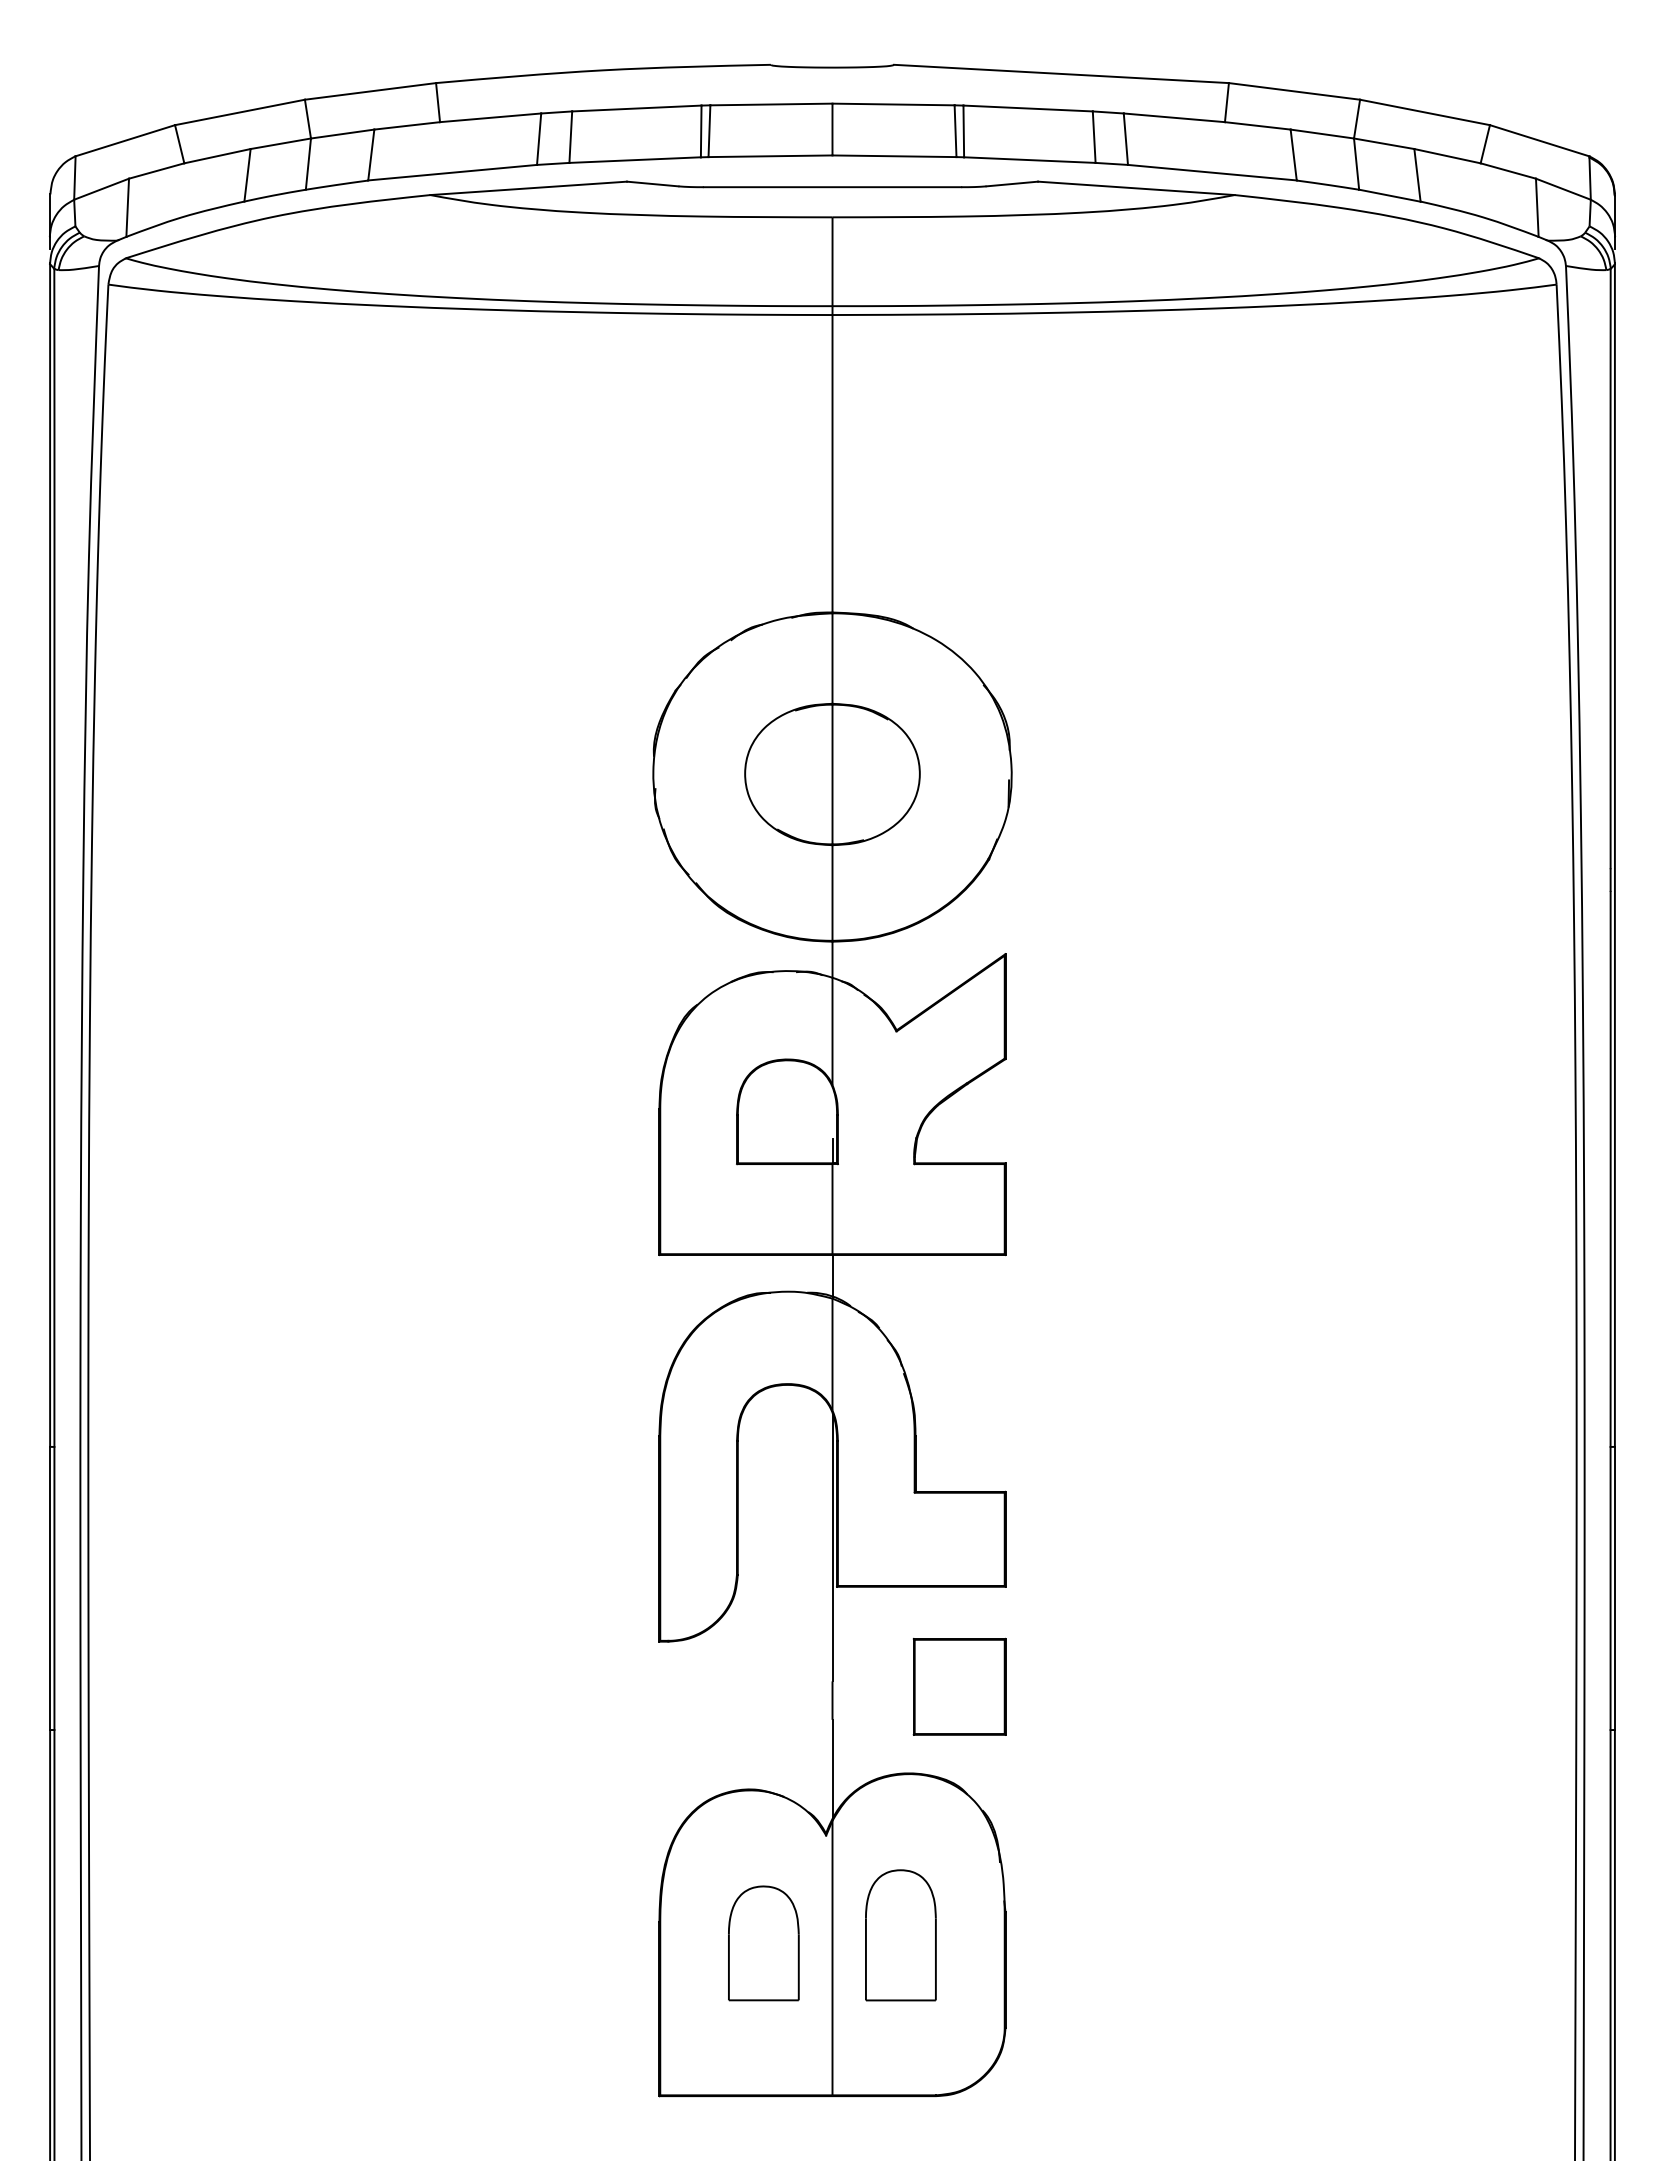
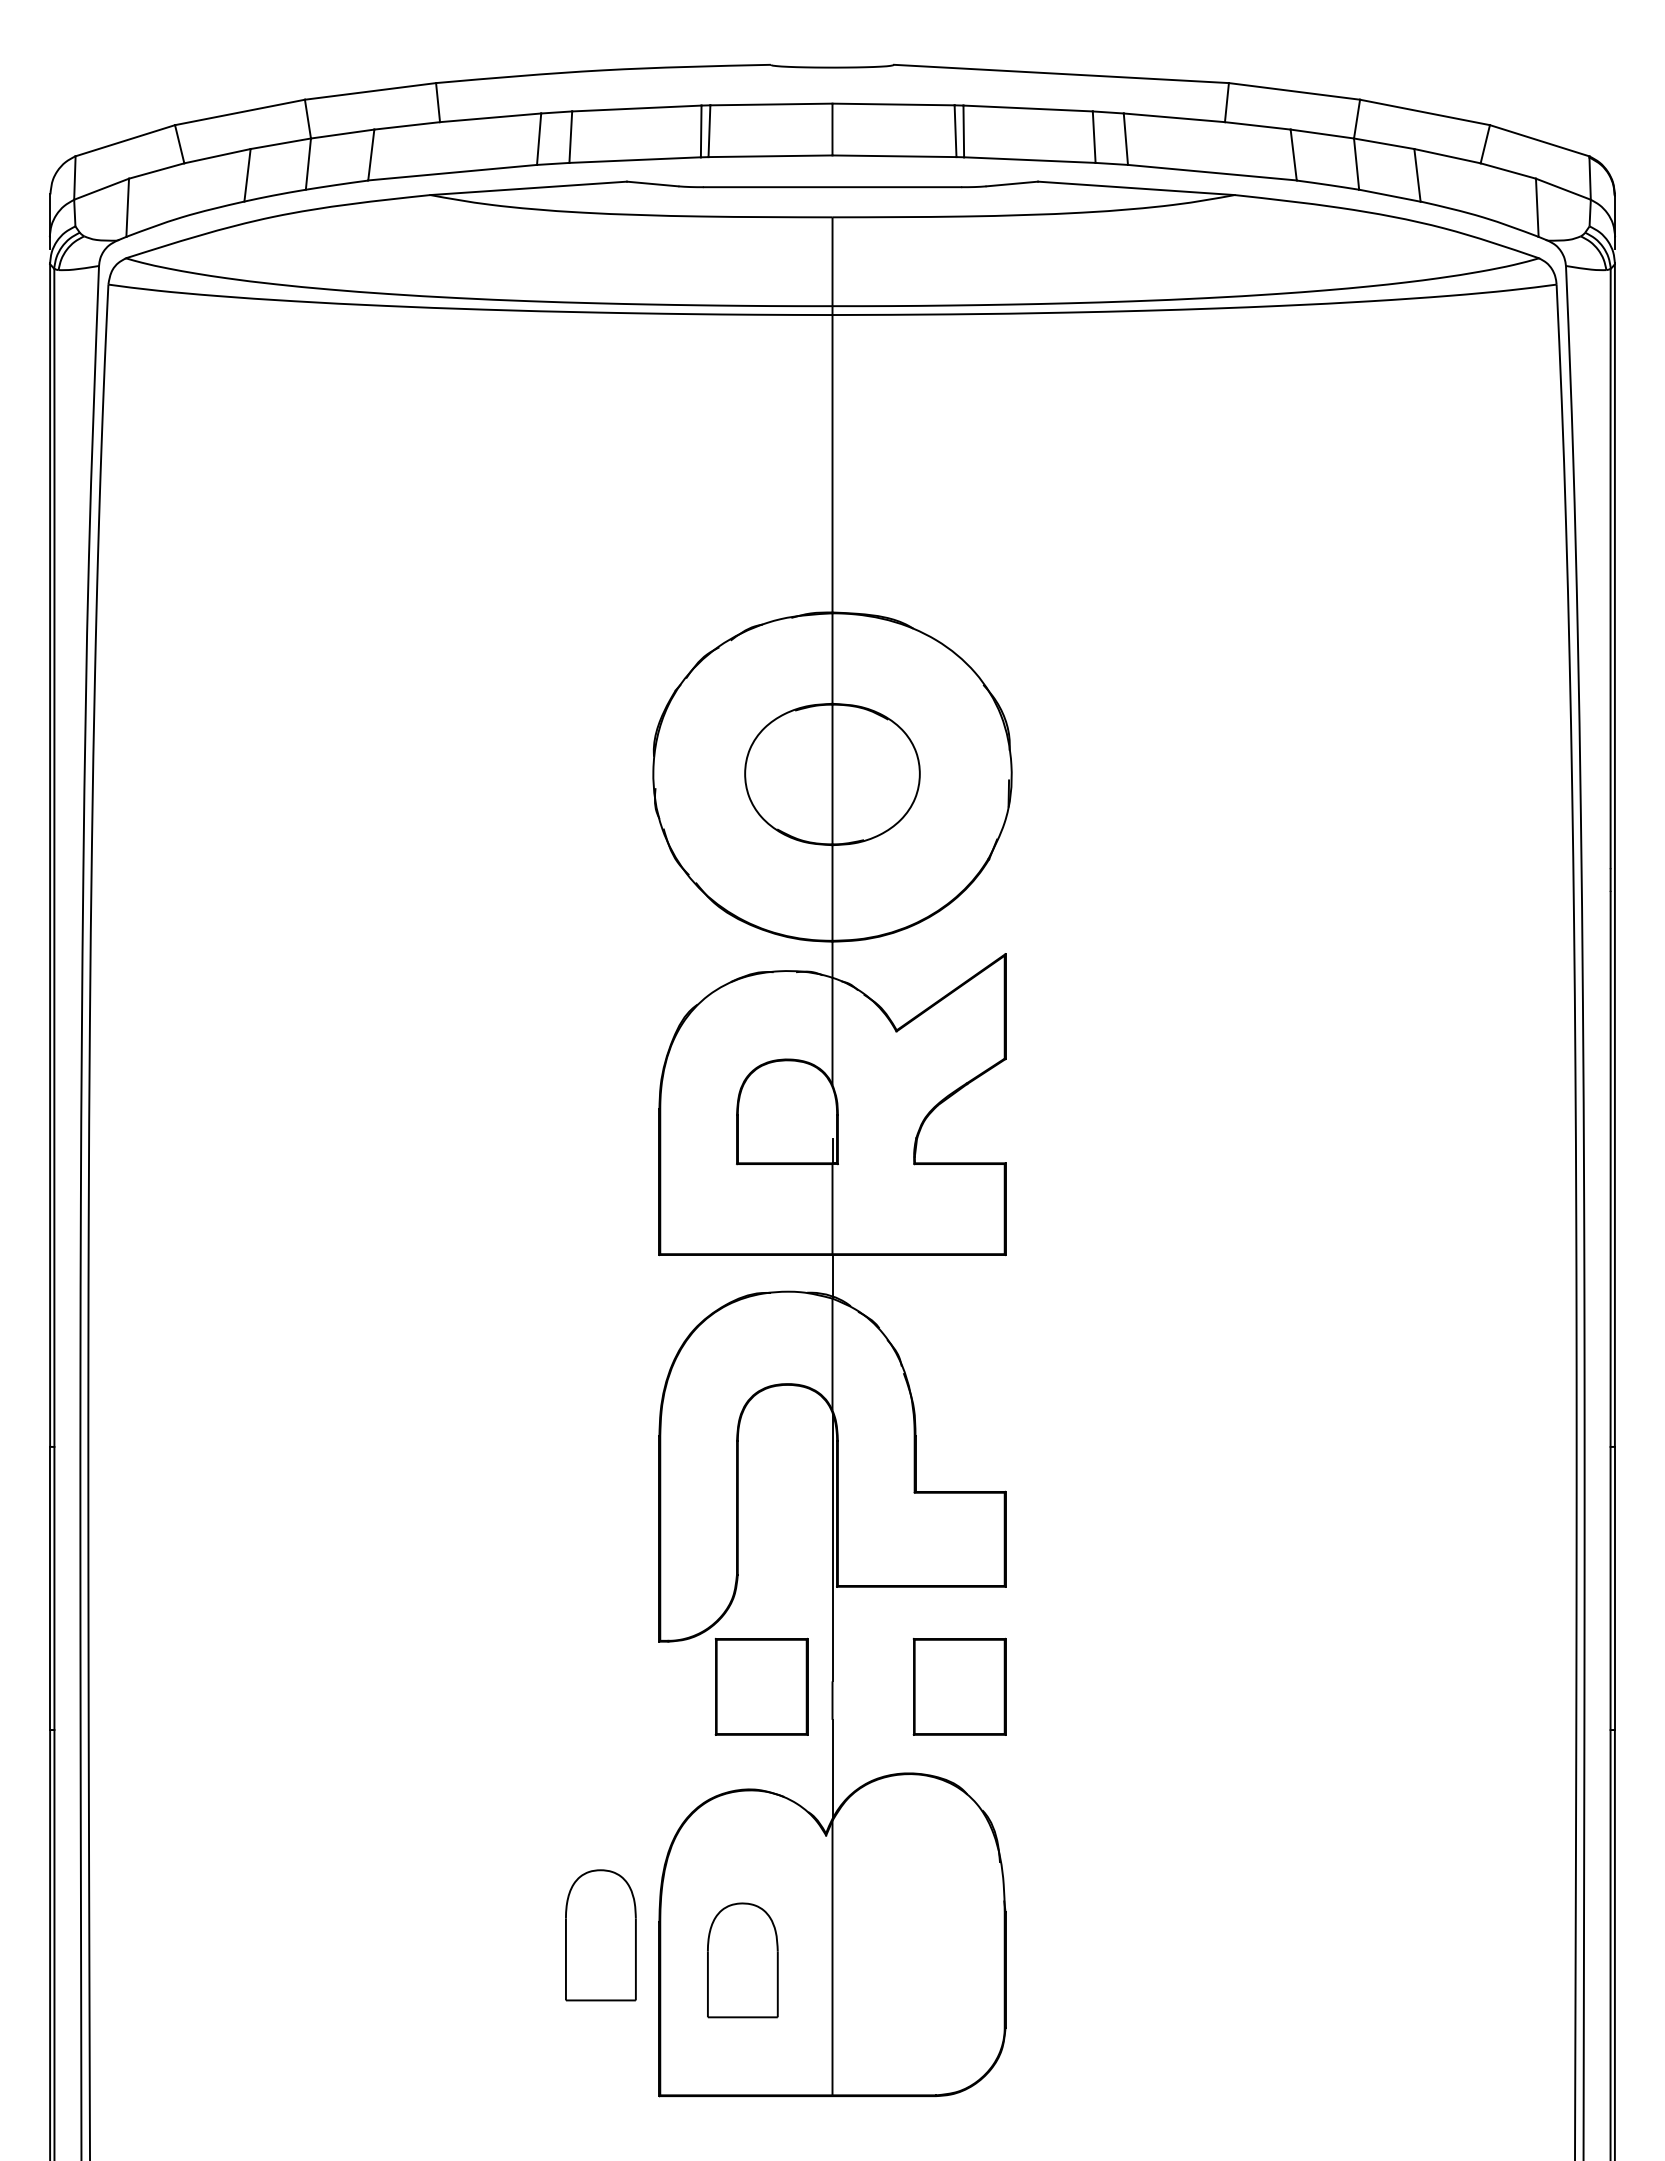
part at (761, 1686): none -> present
part at (900, 1935) position: (900, 1935) -> (600, 1935)
part at (763, 1943) position: (763, 1943) -> (742, 1960)
